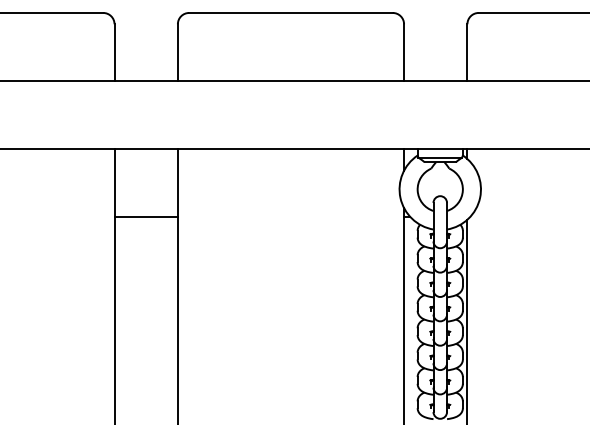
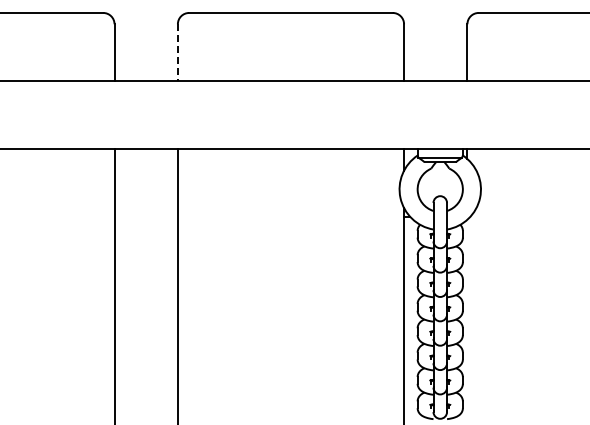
line at (177, 53): solid -> dashed
line at (145, 216): present -> none
line at (467, 320): present -> none
